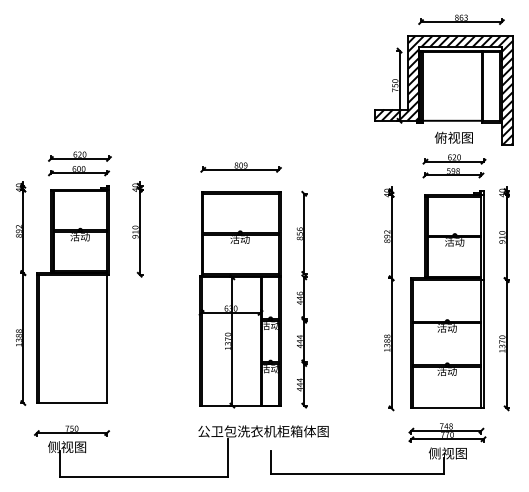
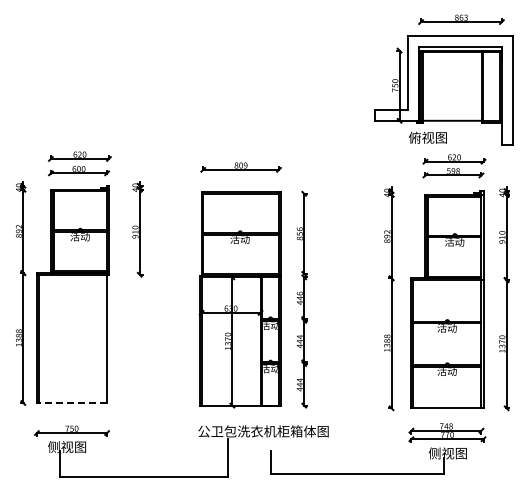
hatch at (443, 90): present -> none
text at (453, 137) position: (453, 137) -> (427, 137)
line at (71, 403): solid -> dashed
